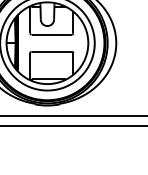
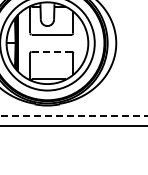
line at (51, 51): solid -> dashed
line at (74, 116): solid -> dashed
